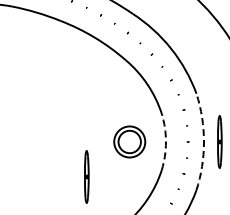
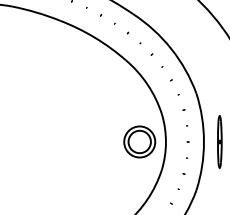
part at (129, 141) position: (129, 141) -> (139, 141)
arc at (165, 141): dashed -> solid
arc at (203, 141): dashed -> solid
part at (86, 176): present -> none
